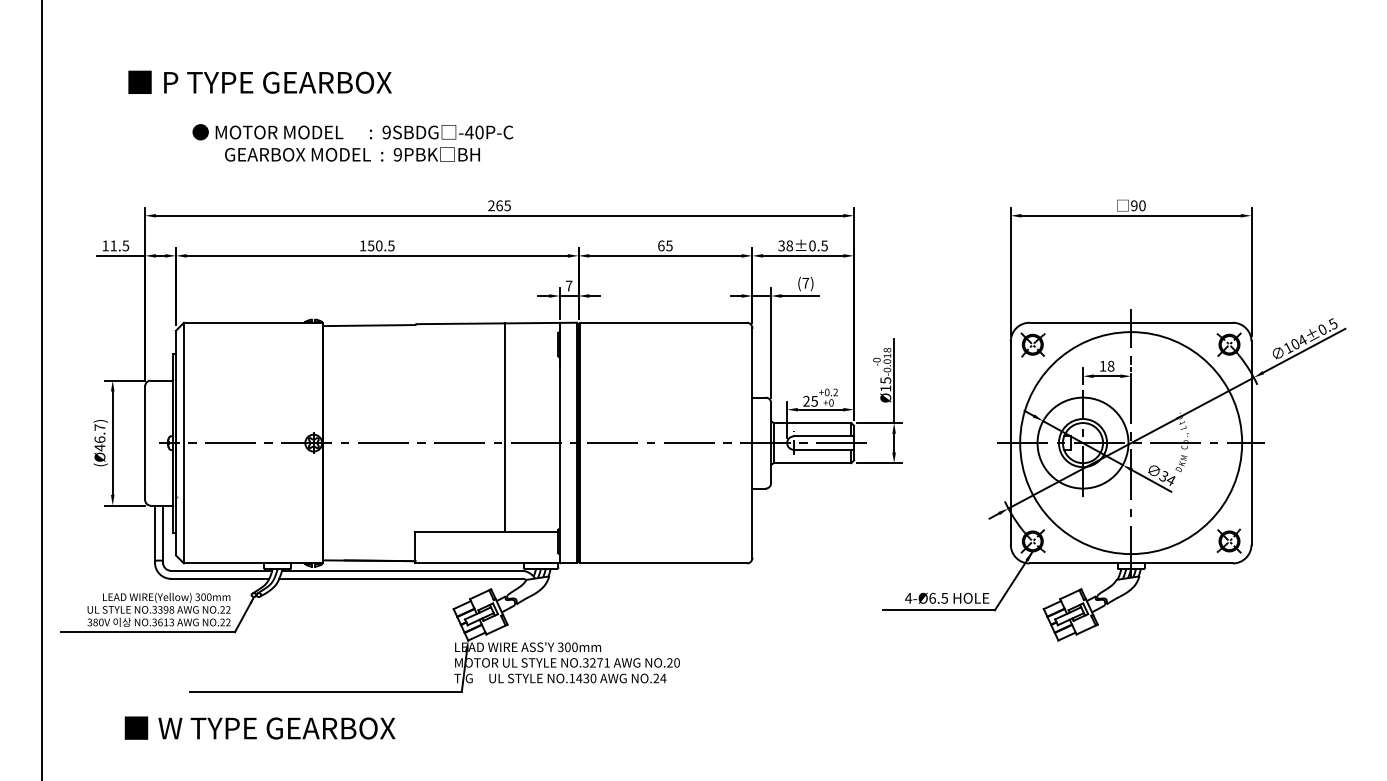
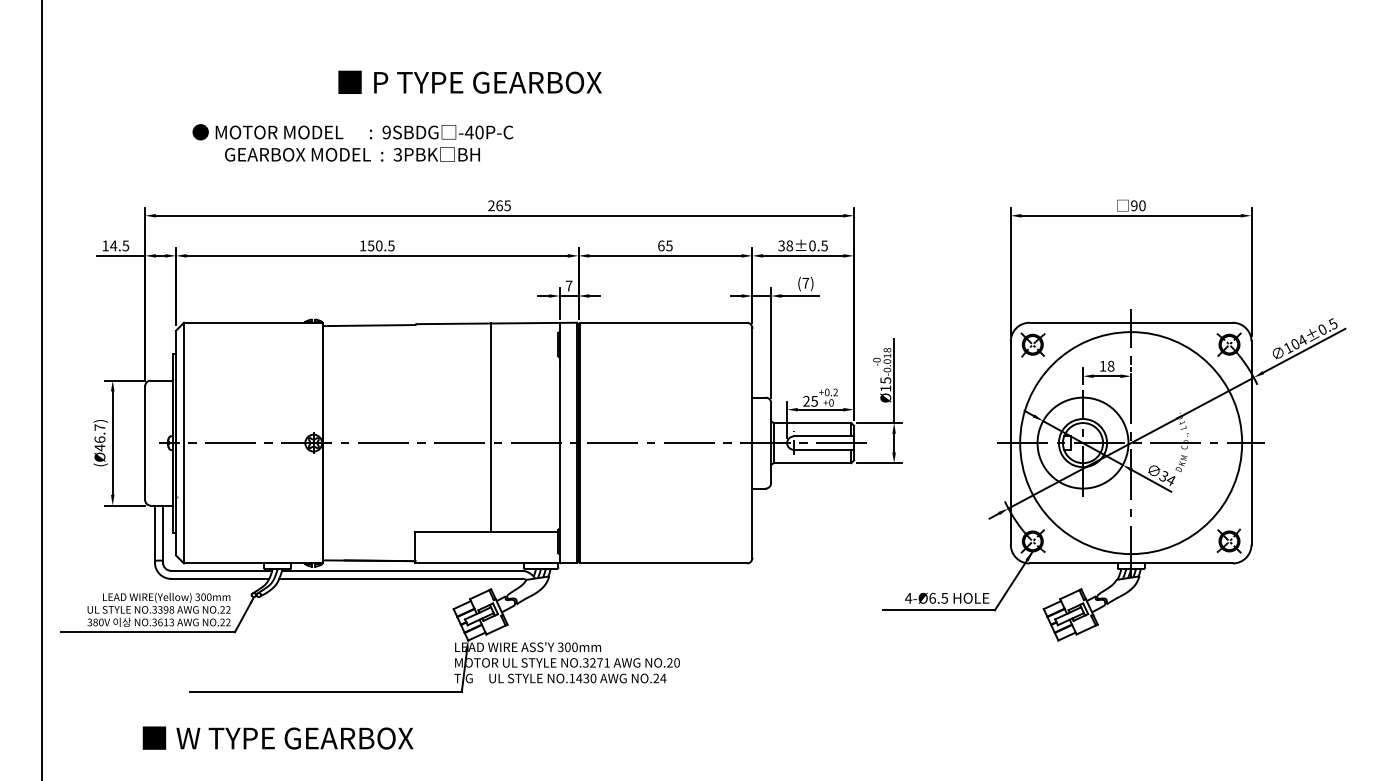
text at (259, 81) position: (259, 81) -> (469, 81)
text at (397, 154): 9PBK -> 3PBK
text at (113, 245): 11.5 -> 14.5
line at (504, 427) position: (504, 427) -> (490, 427)
text at (259, 727) position: (259, 727) -> (277, 737)
